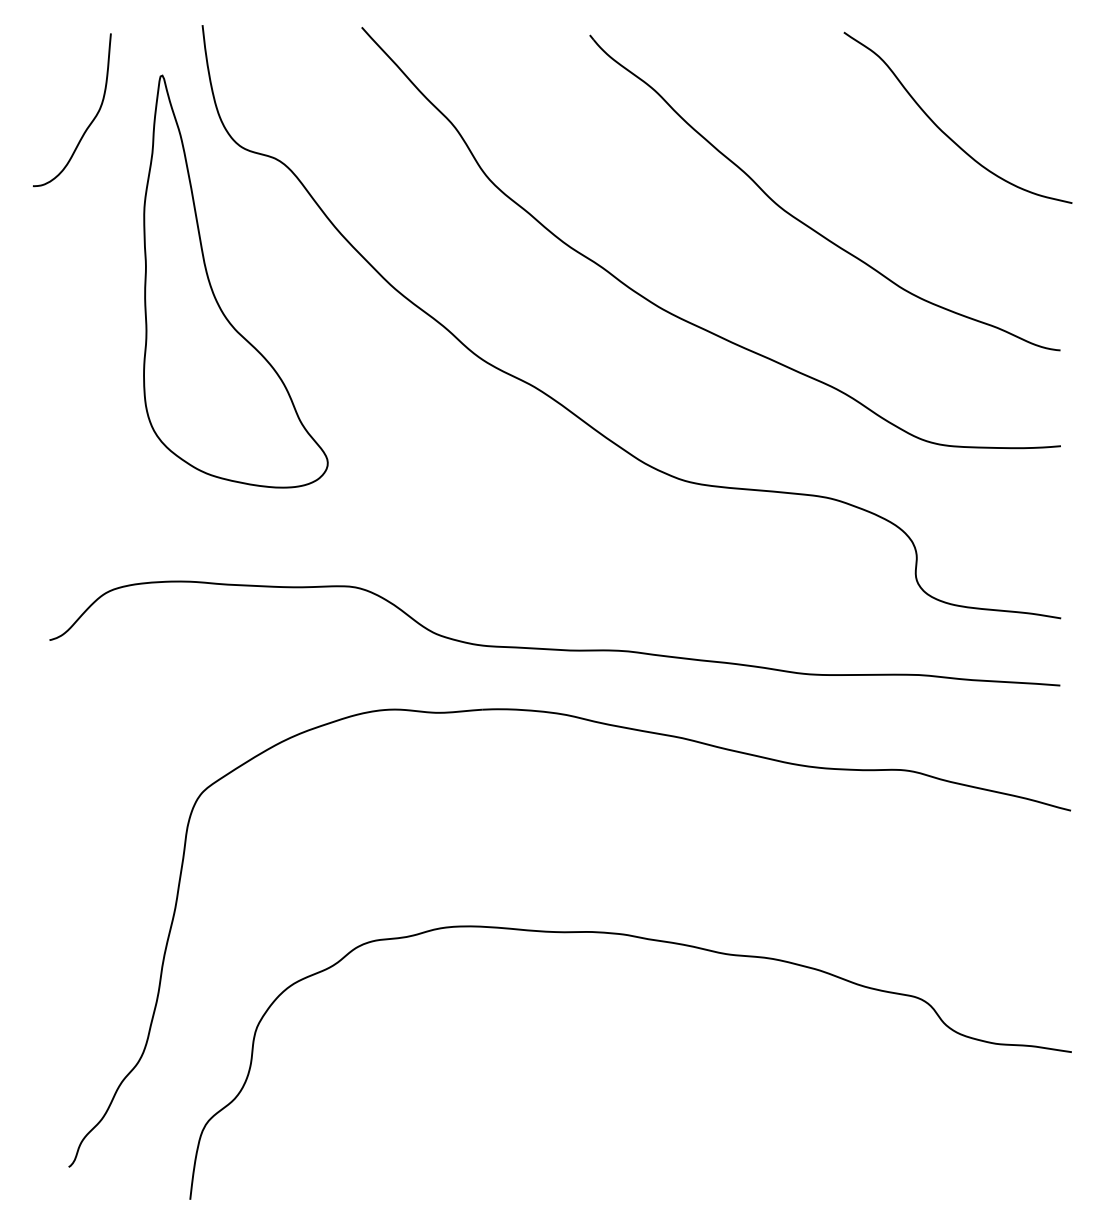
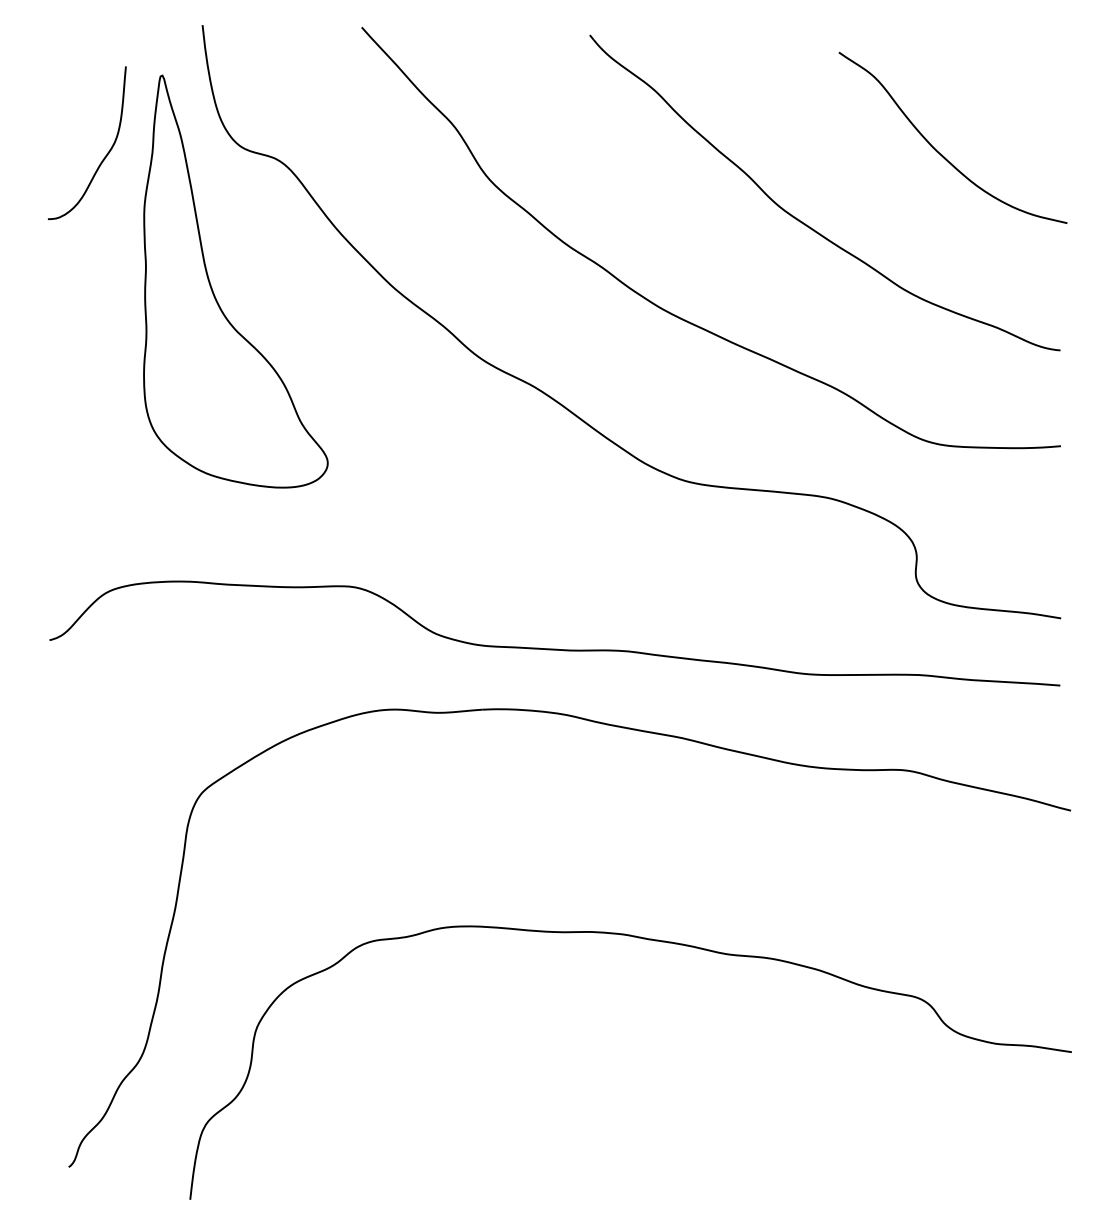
curve at (89, 123) position: (89, 123) -> (104, 156)
curve at (947, 134) position: (947, 134) -> (942, 154)
